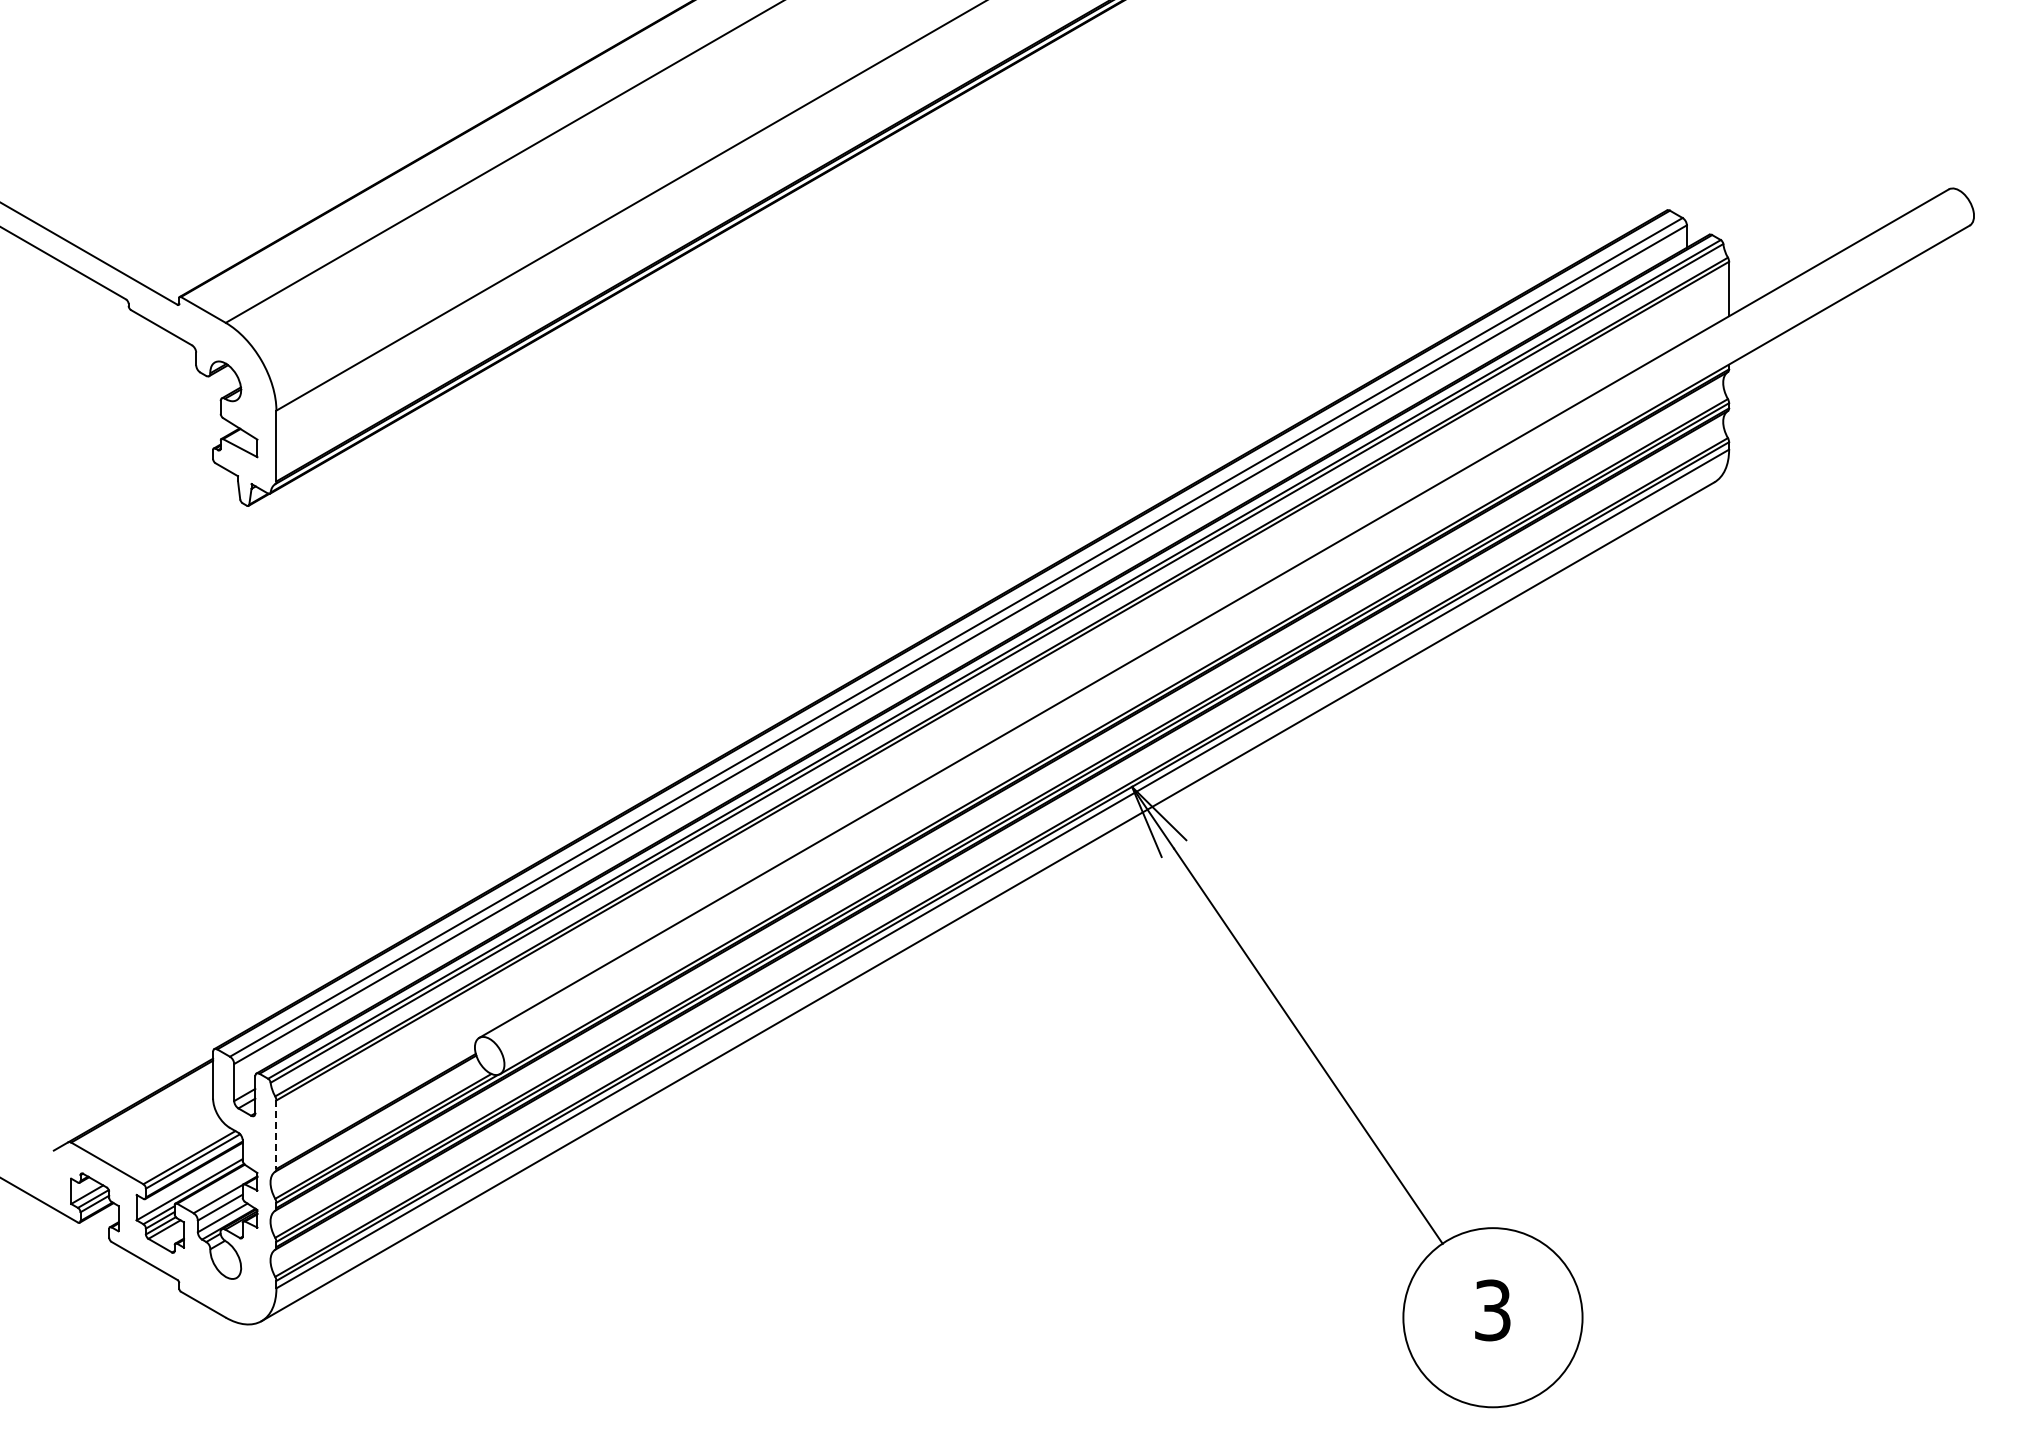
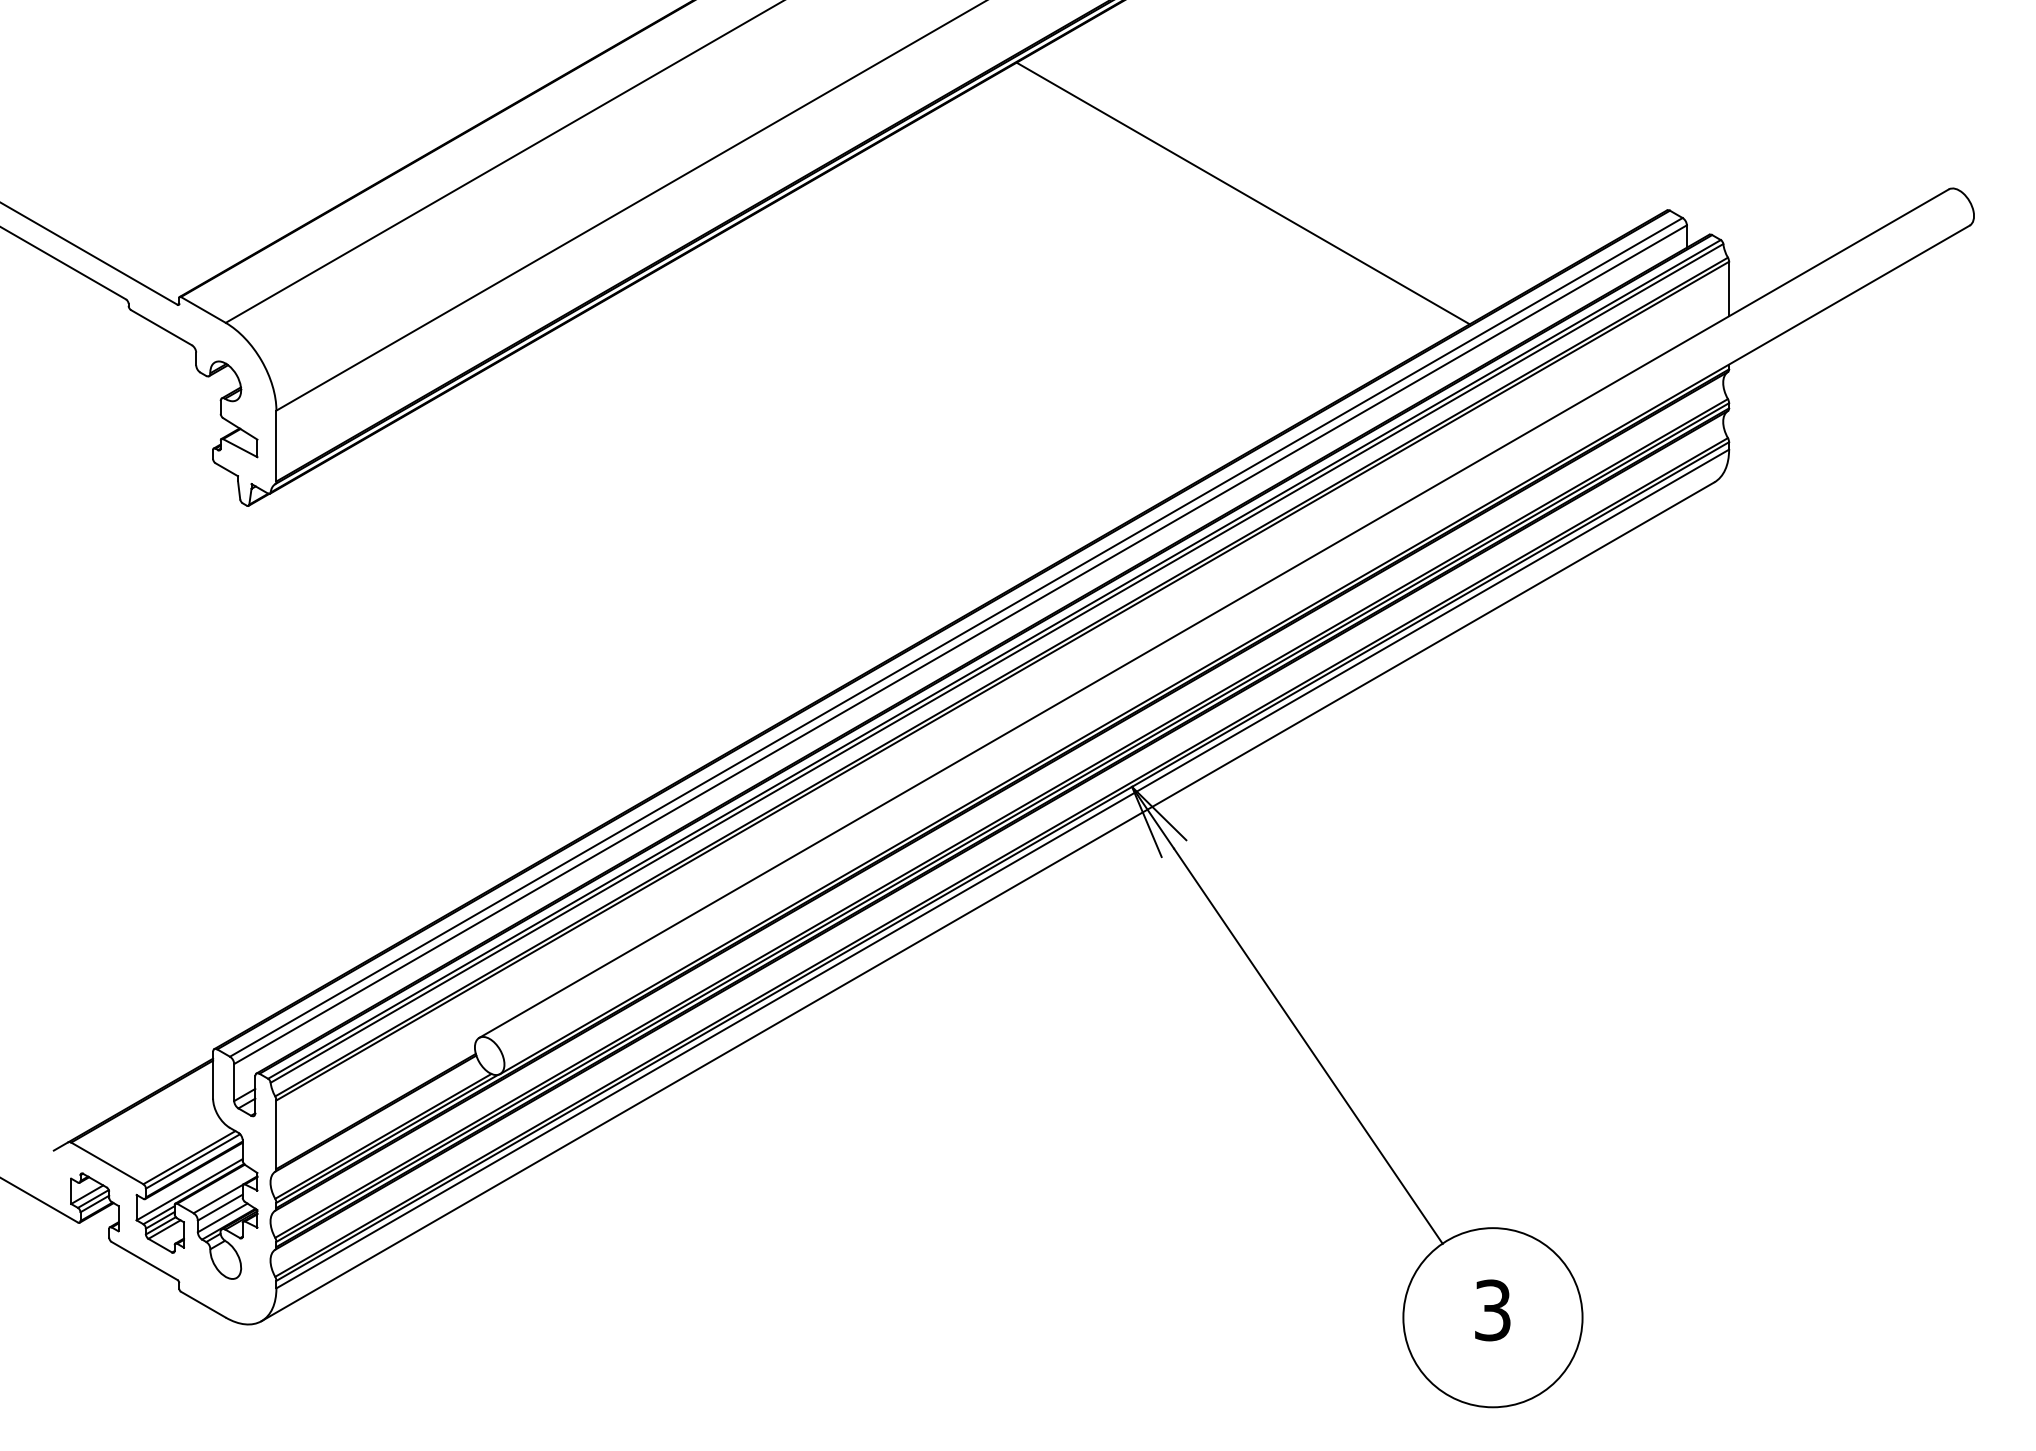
line at (1242, 193): none -> present
line at (276, 1135): dashed -> solid
